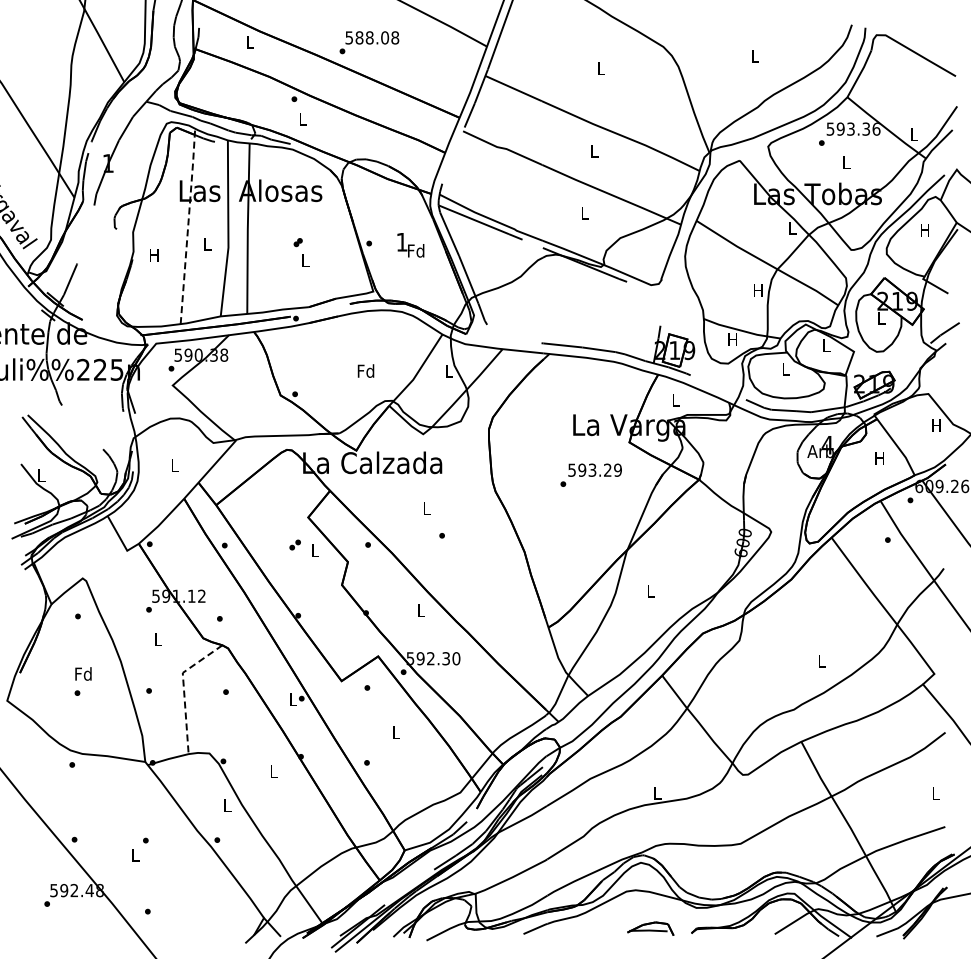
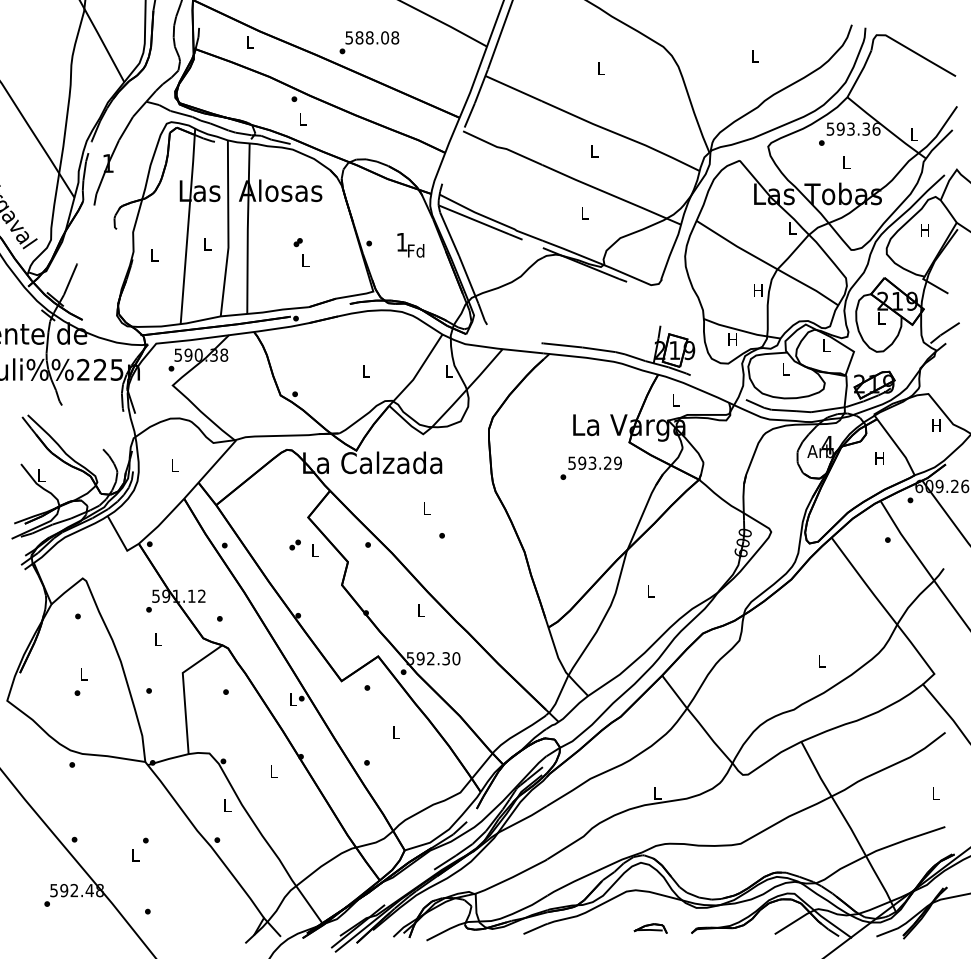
line at (188, 225): dashed -> solid
text at (154, 255): H -> L
text at (365, 370): Fd -> L
text at (590, 474) position: (590, 474) -> (590, 467)
text at (83, 673): Fd -> L
line at (183, 688): dashed -> solid
part at (650, 928) size: 48x15 px -> 35x11 px
